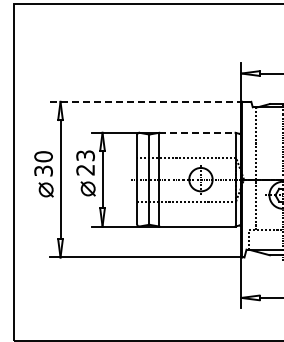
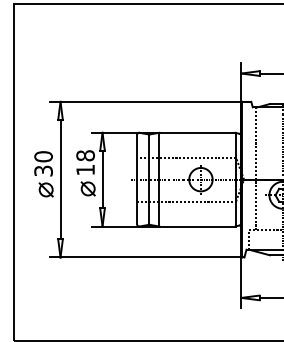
line at (146, 101): dashed -> solid
line at (197, 132): dashed -> solid
text at (85, 162): 23 -> 18
